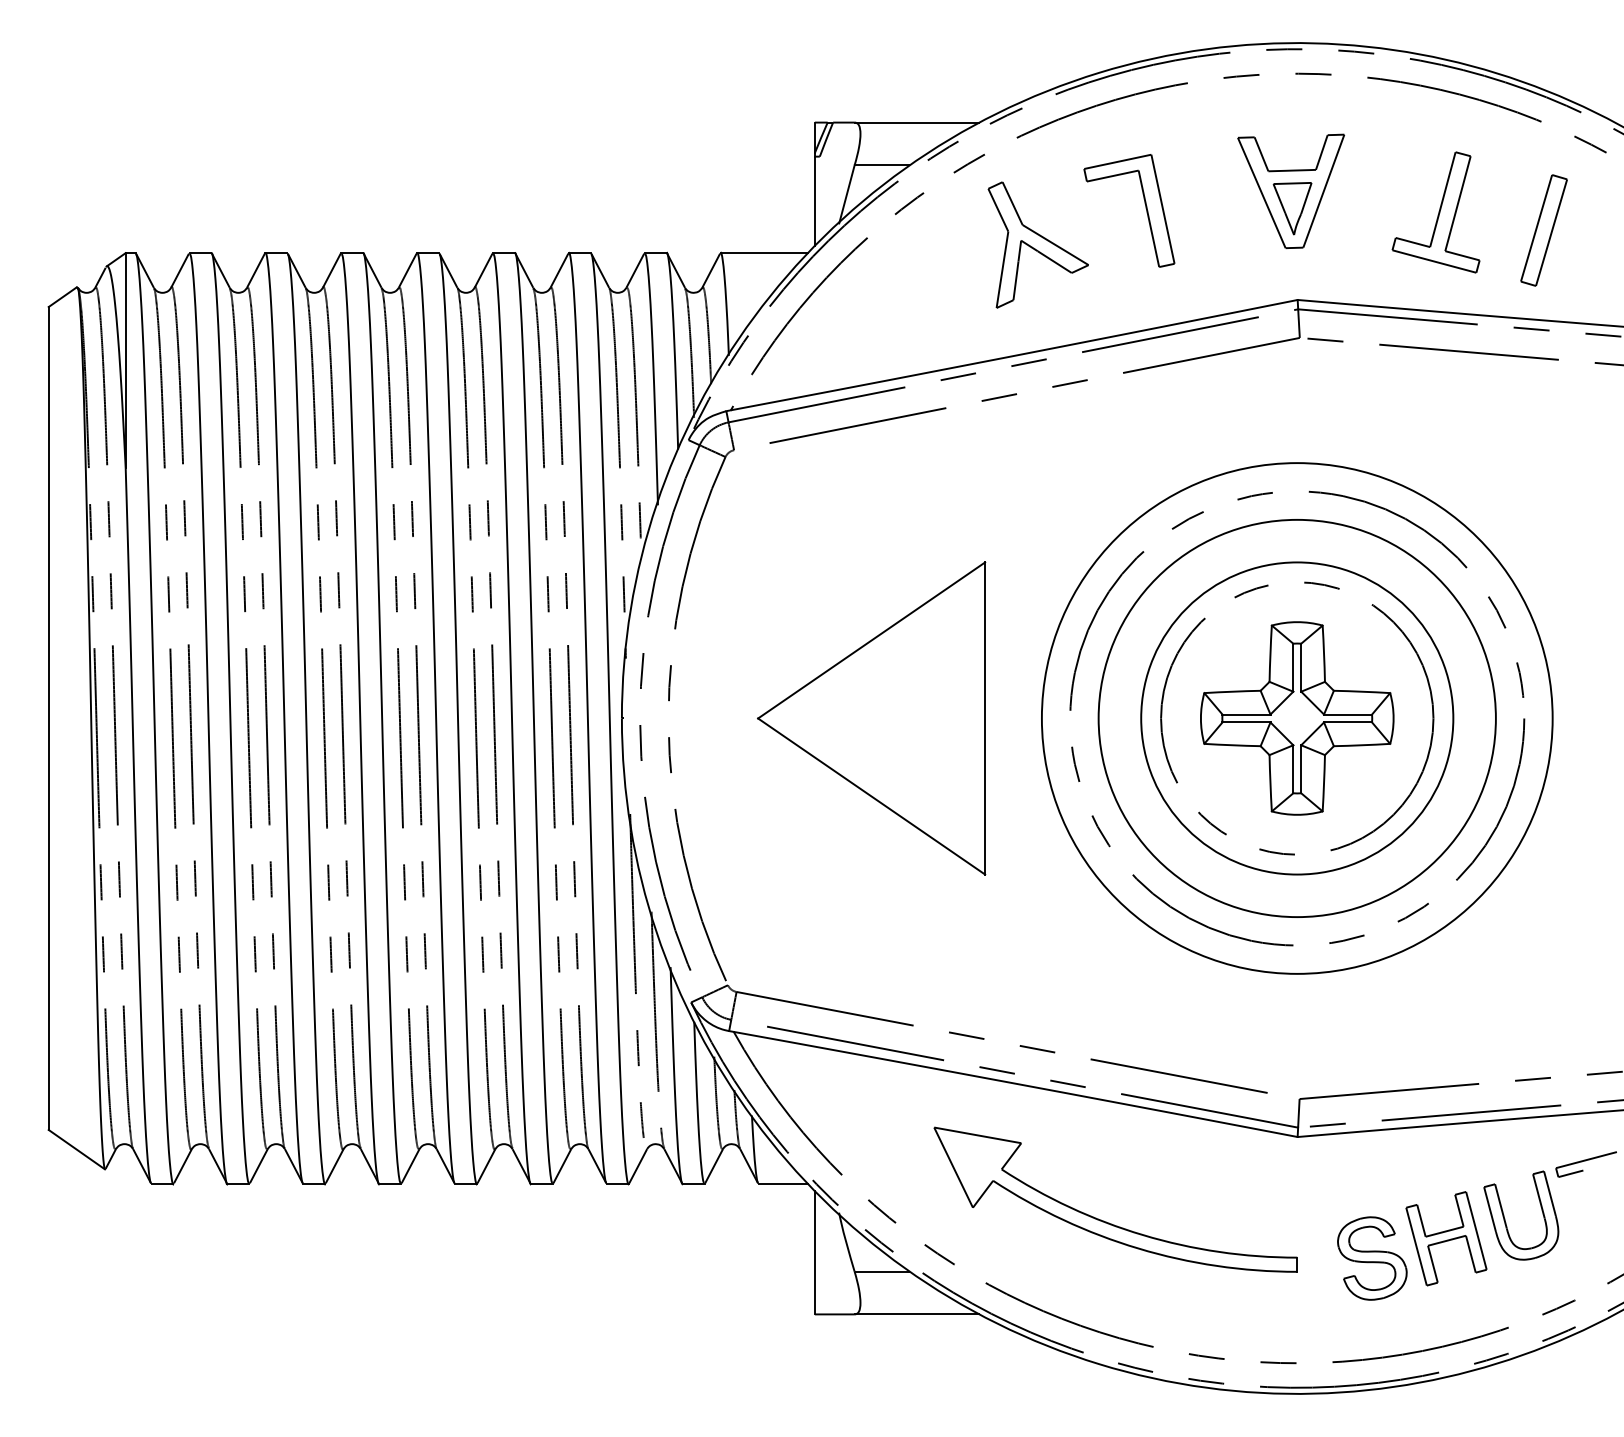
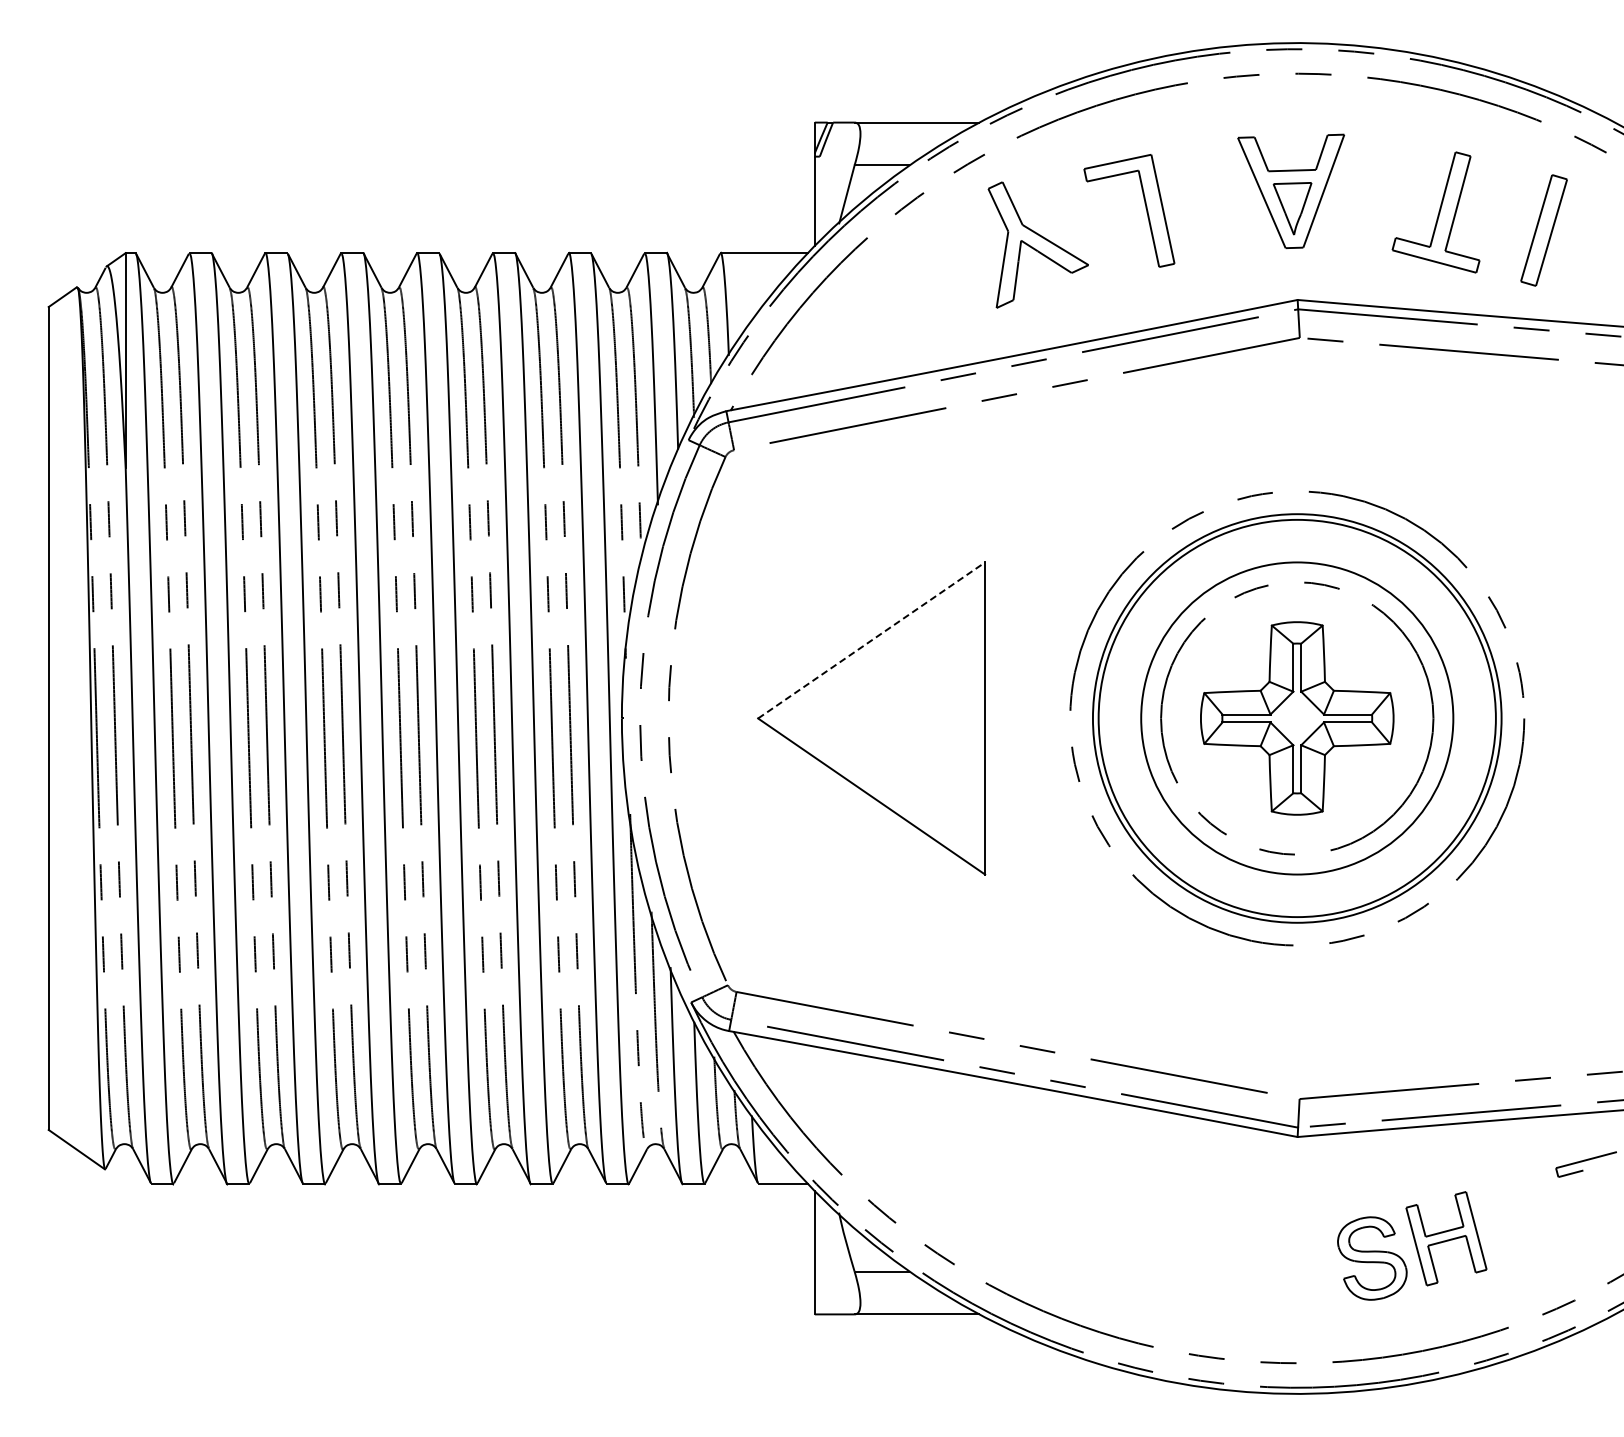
line at (871, 640): solid -> dashed
circle at (1296, 718) diameter: 511 px -> 409 px
part at (1505, 1218): present -> none
part at (1106, 1221): present -> none
